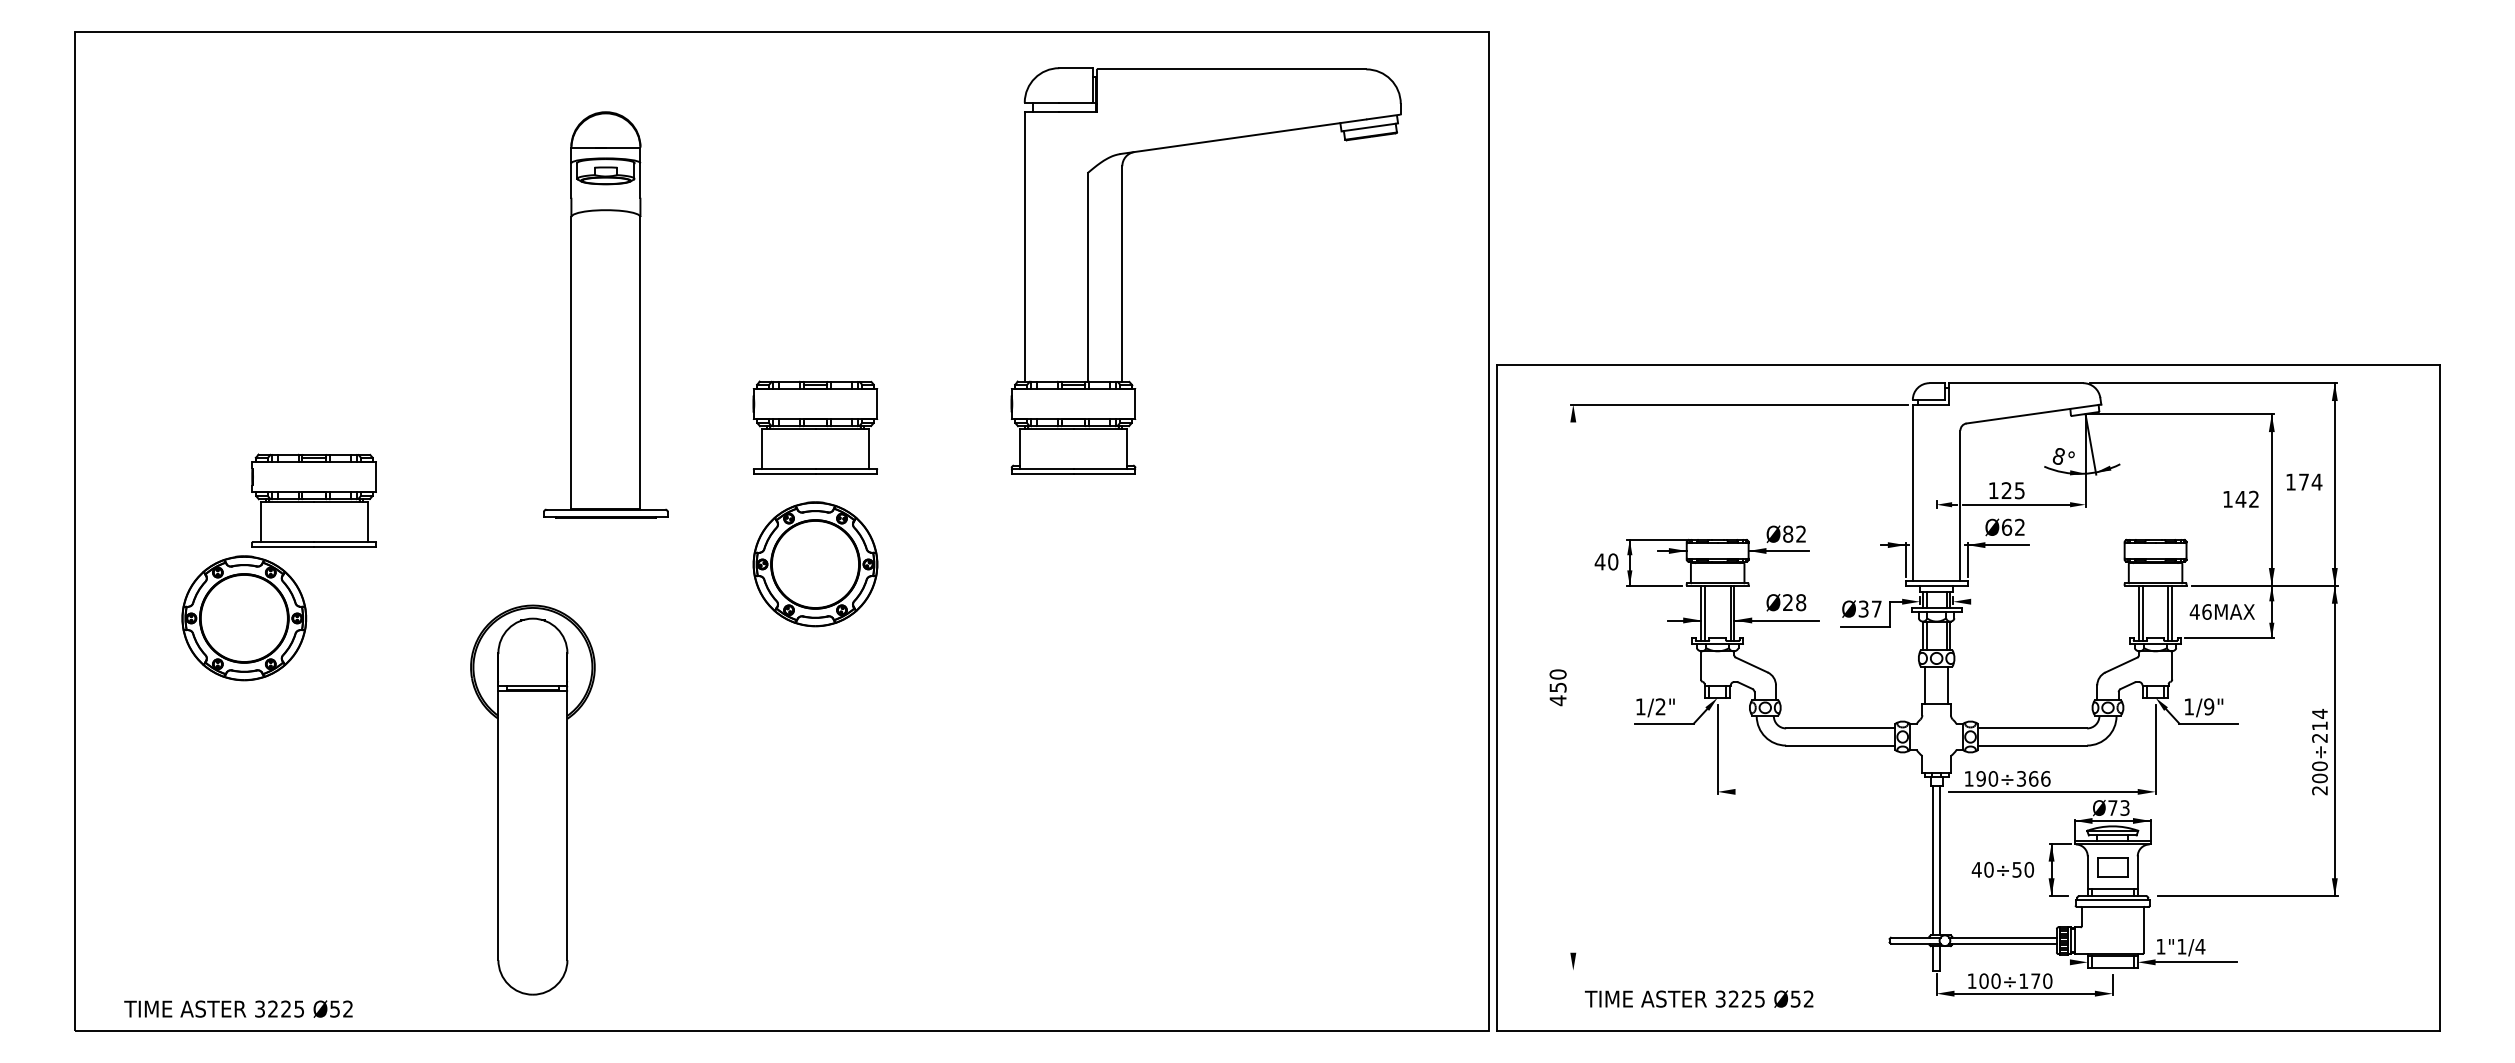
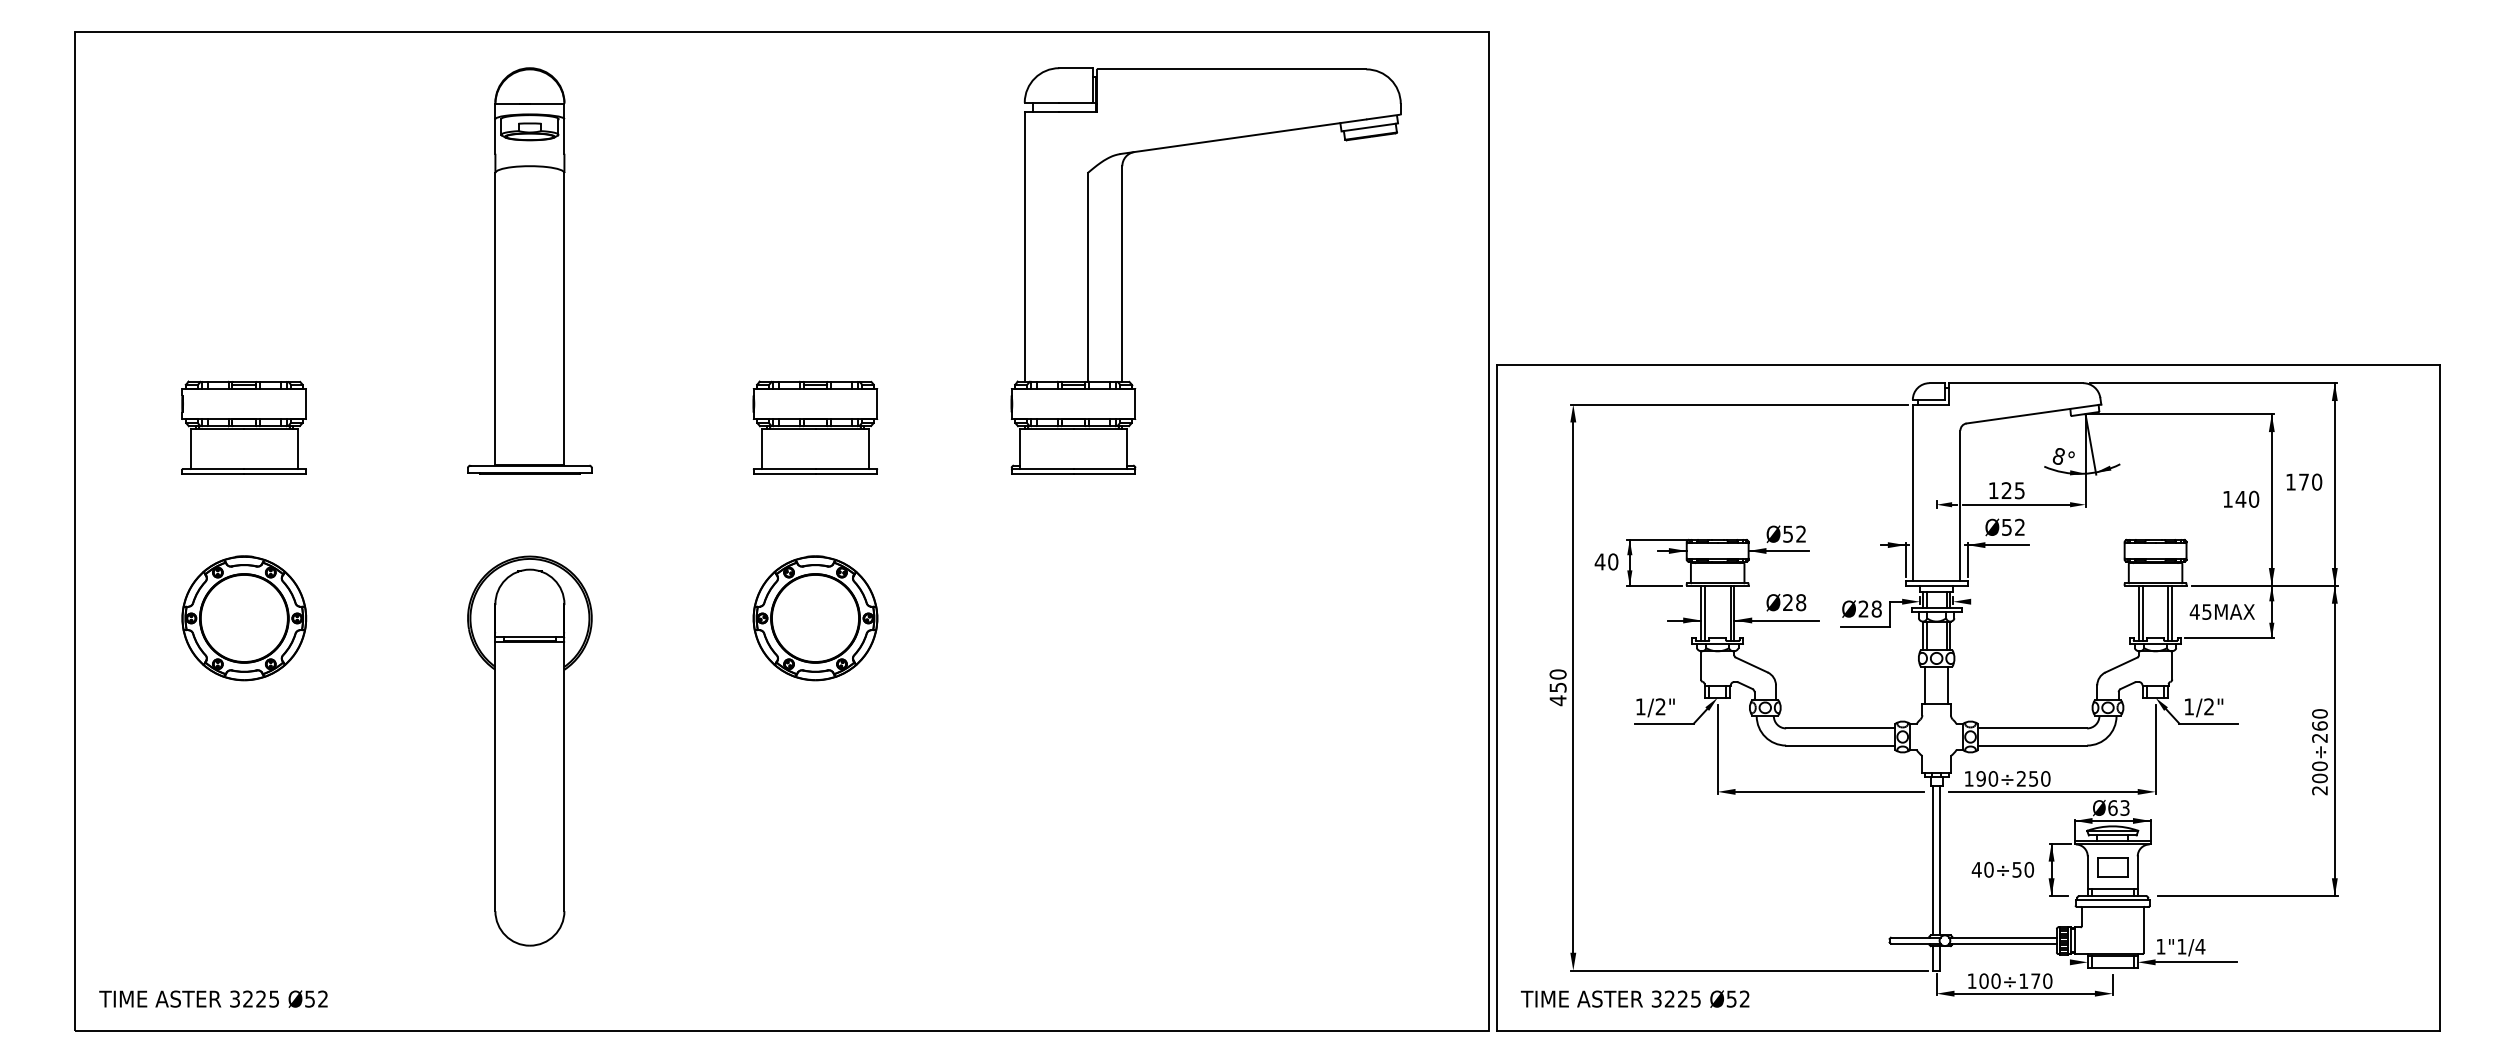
part at (605, 314) position: (605, 314) -> (529, 270)
text at (2316, 481): 174 -> 170
text at (2254, 498): 142 -> 140
part at (313, 500) position: (313, 500) -> (243, 427)
text at (2007, 526): Ø62 -> Ø52
text at (1788, 533): Ø82 -> Ø52
part at (815, 564) position: (815, 564) -> (815, 618)
text at (1869, 608): Ø37 -> Ø28
text at (2206, 611): 46MAX -> 45MAX
line at (1573, 687): none -> present
text at (2209, 706): 1/9" -> 1/2"
text at (2319, 719): 200÷214 -> 200÷260
text at (2033, 778): 190÷366 -> 190÷250
line at (1829, 791): none -> present
part at (532, 799) position: (532, 799) -> (529, 750)
text at (2112, 807): Ø73 -> Ø63
line at (1749, 970): none -> present
text at (1699, 998) position: (1699, 998) -> (1635, 998)
text at (238, 1008) position: (238, 1008) -> (213, 998)
